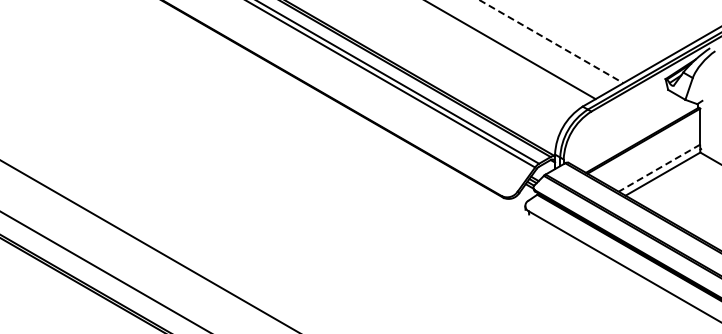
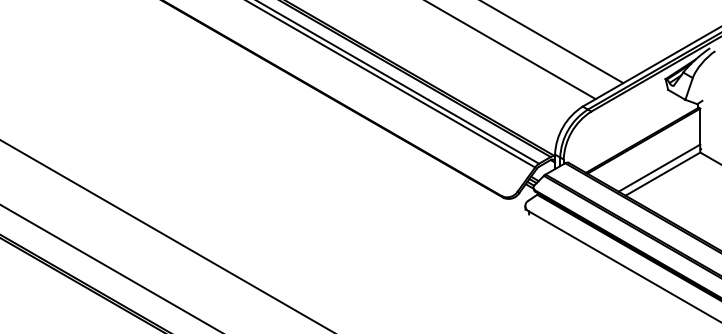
line at (551, 41): dashed -> solid
line at (659, 168): dashed -> solid
line at (148, 245) position: (148, 245) -> (166, 235)
line at (104, 271) position: (104, 271) -> (110, 267)
